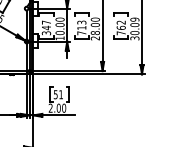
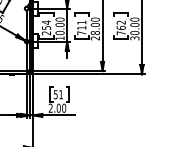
text at (134, 19): 30.09 -> 30.00
text at (81, 22): 713 -> 711
text at (46, 27): 347 -> 254
